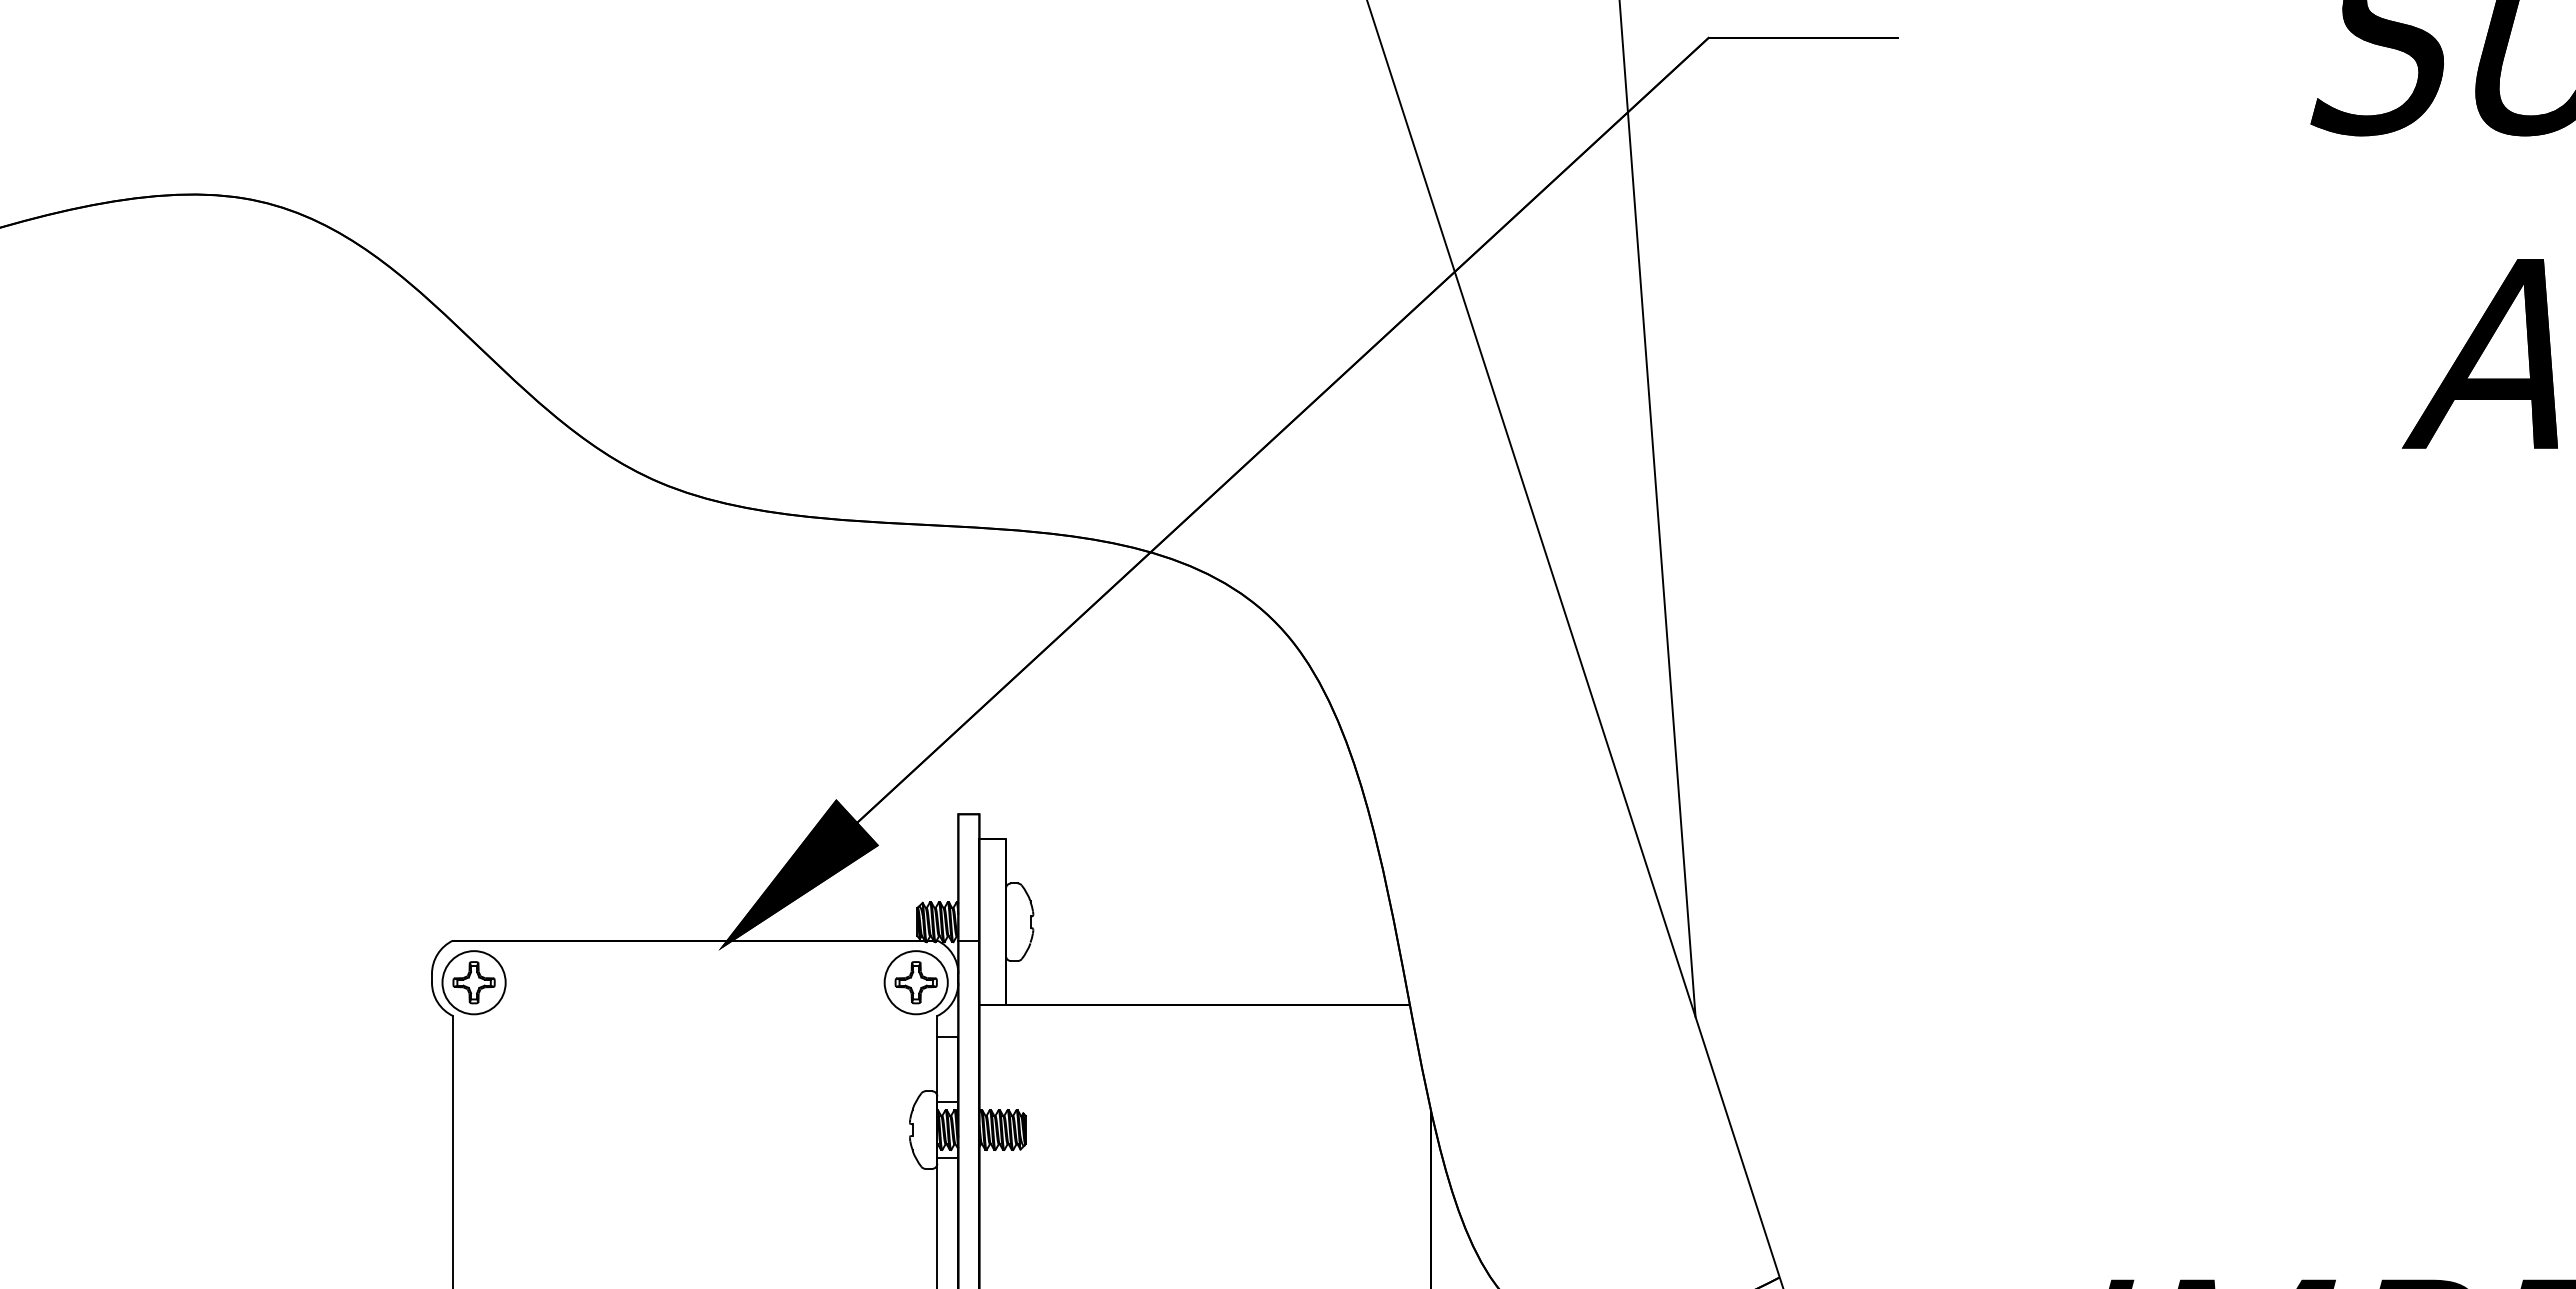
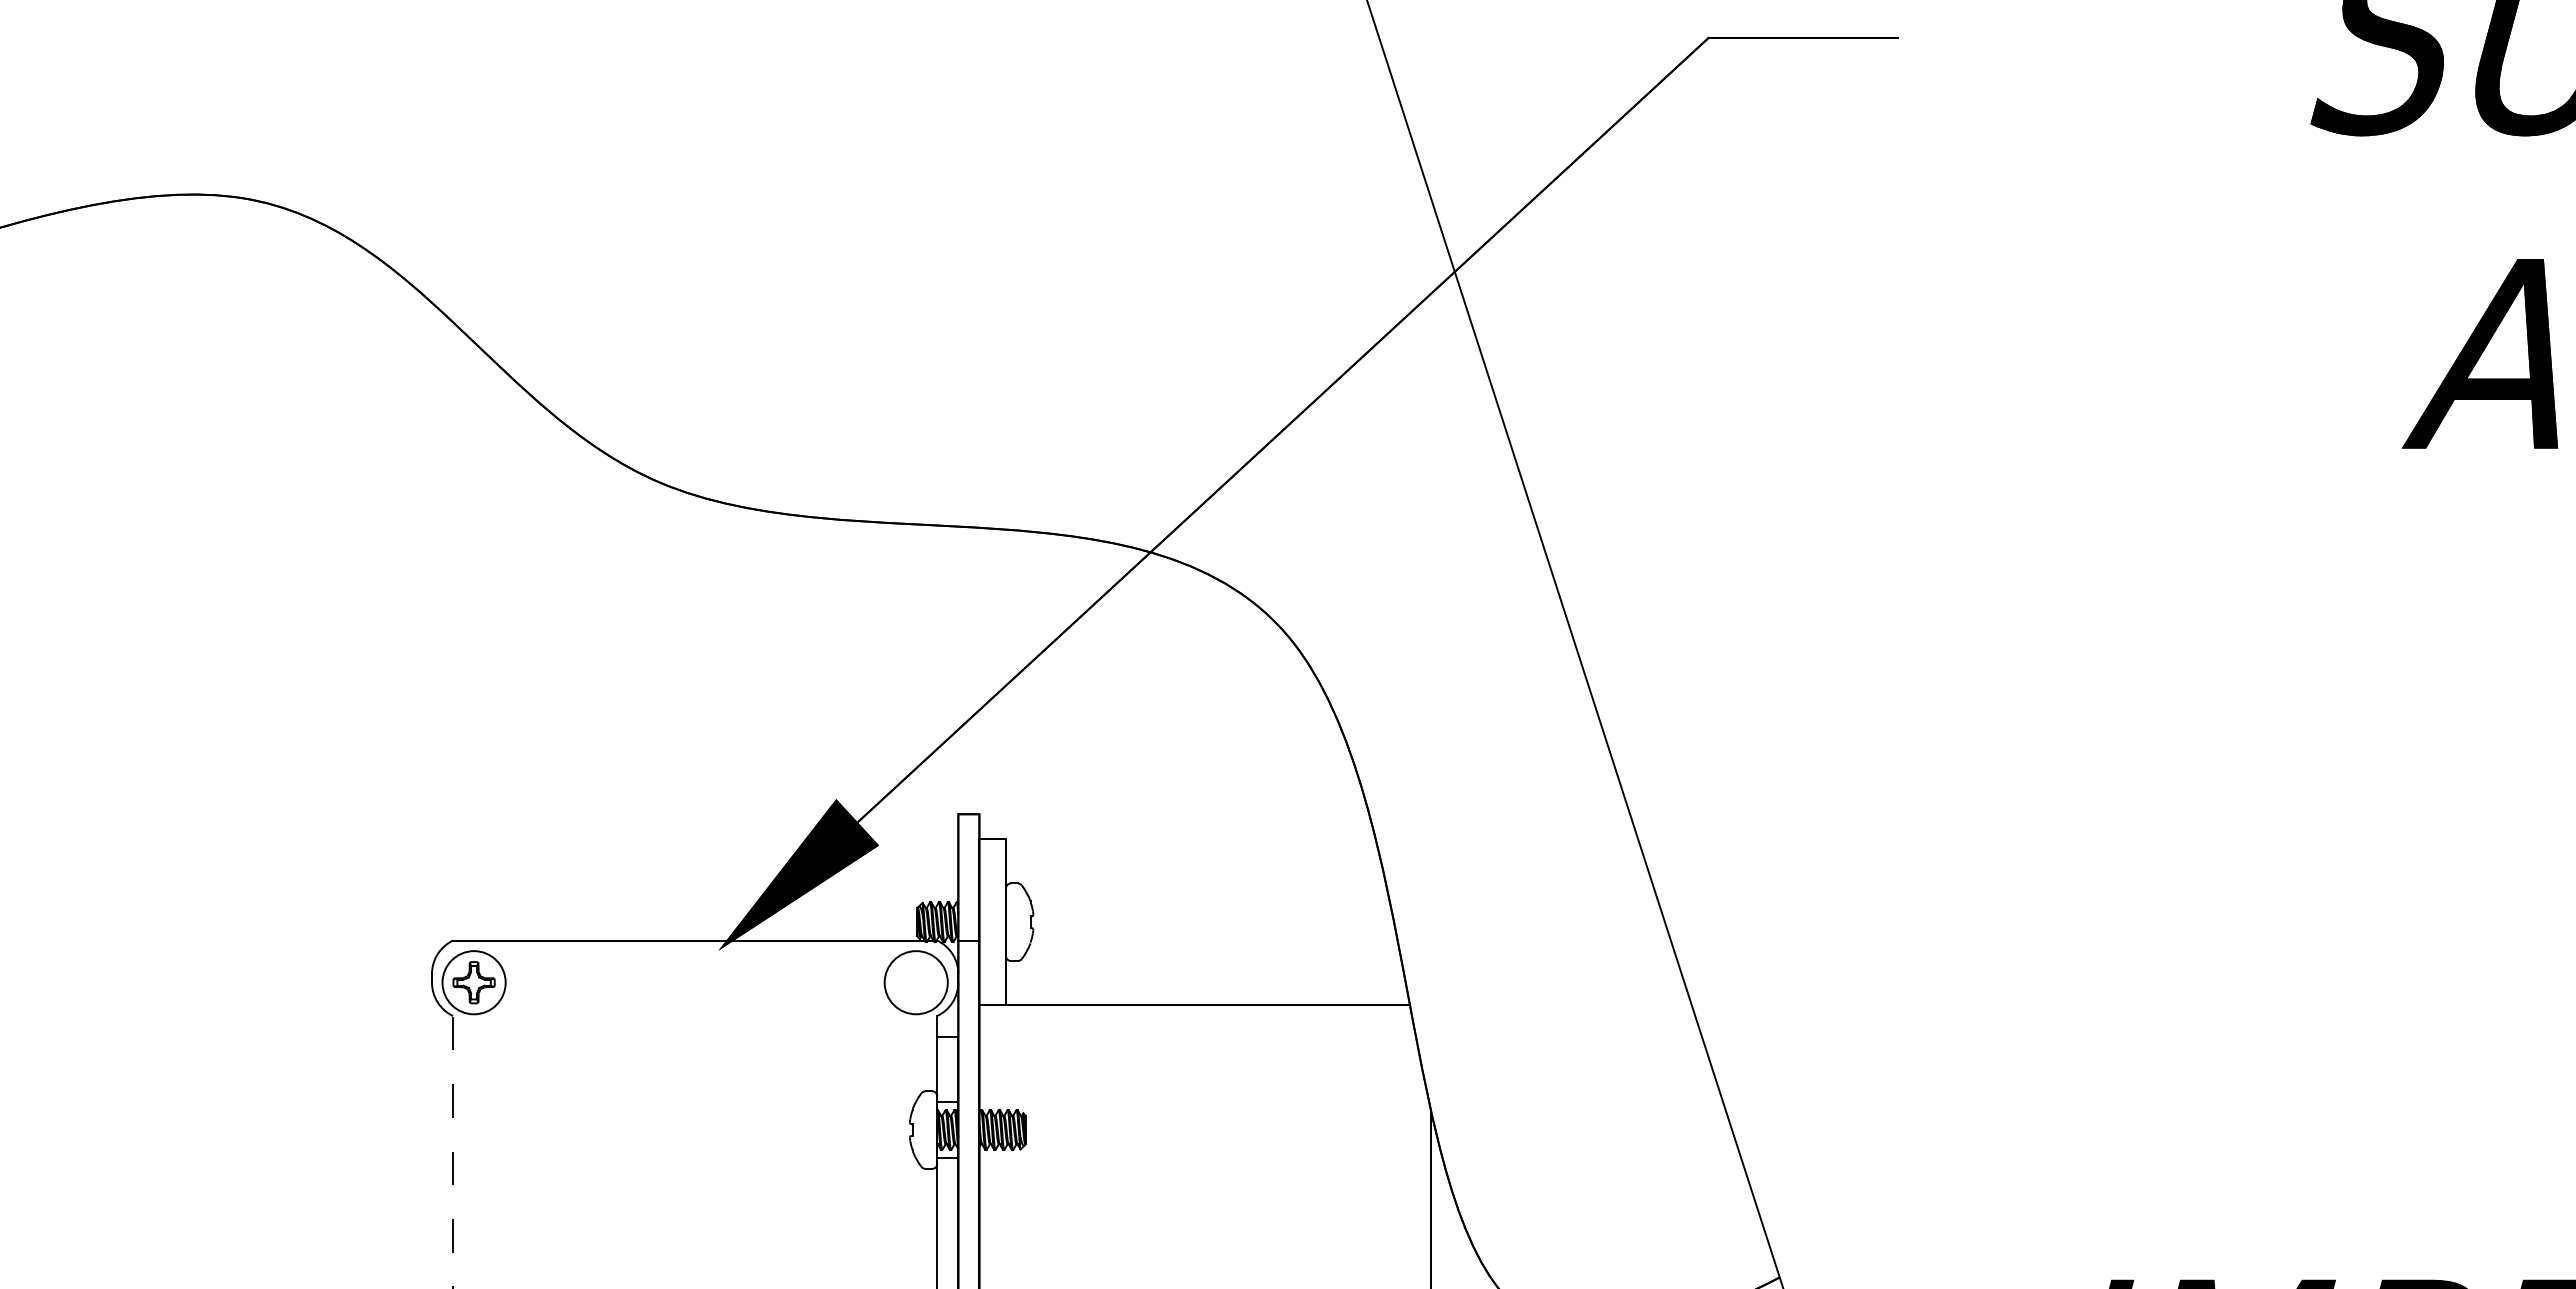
line at (1657, 509): present -> none
part at (915, 982): present -> none
line at (453, 1151): solid -> dashed
